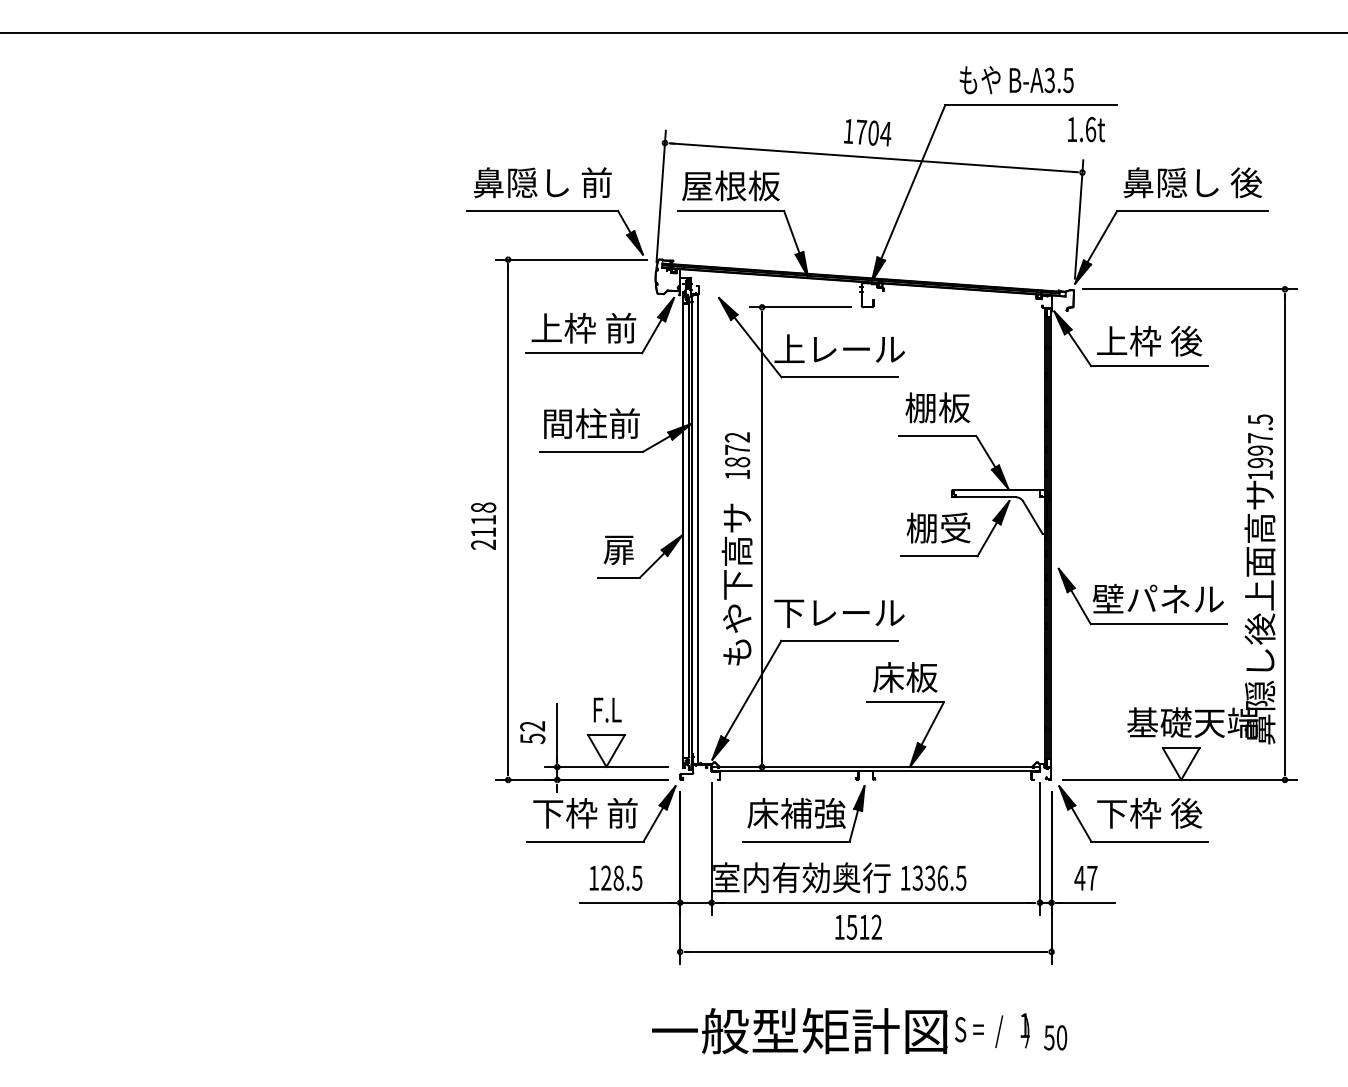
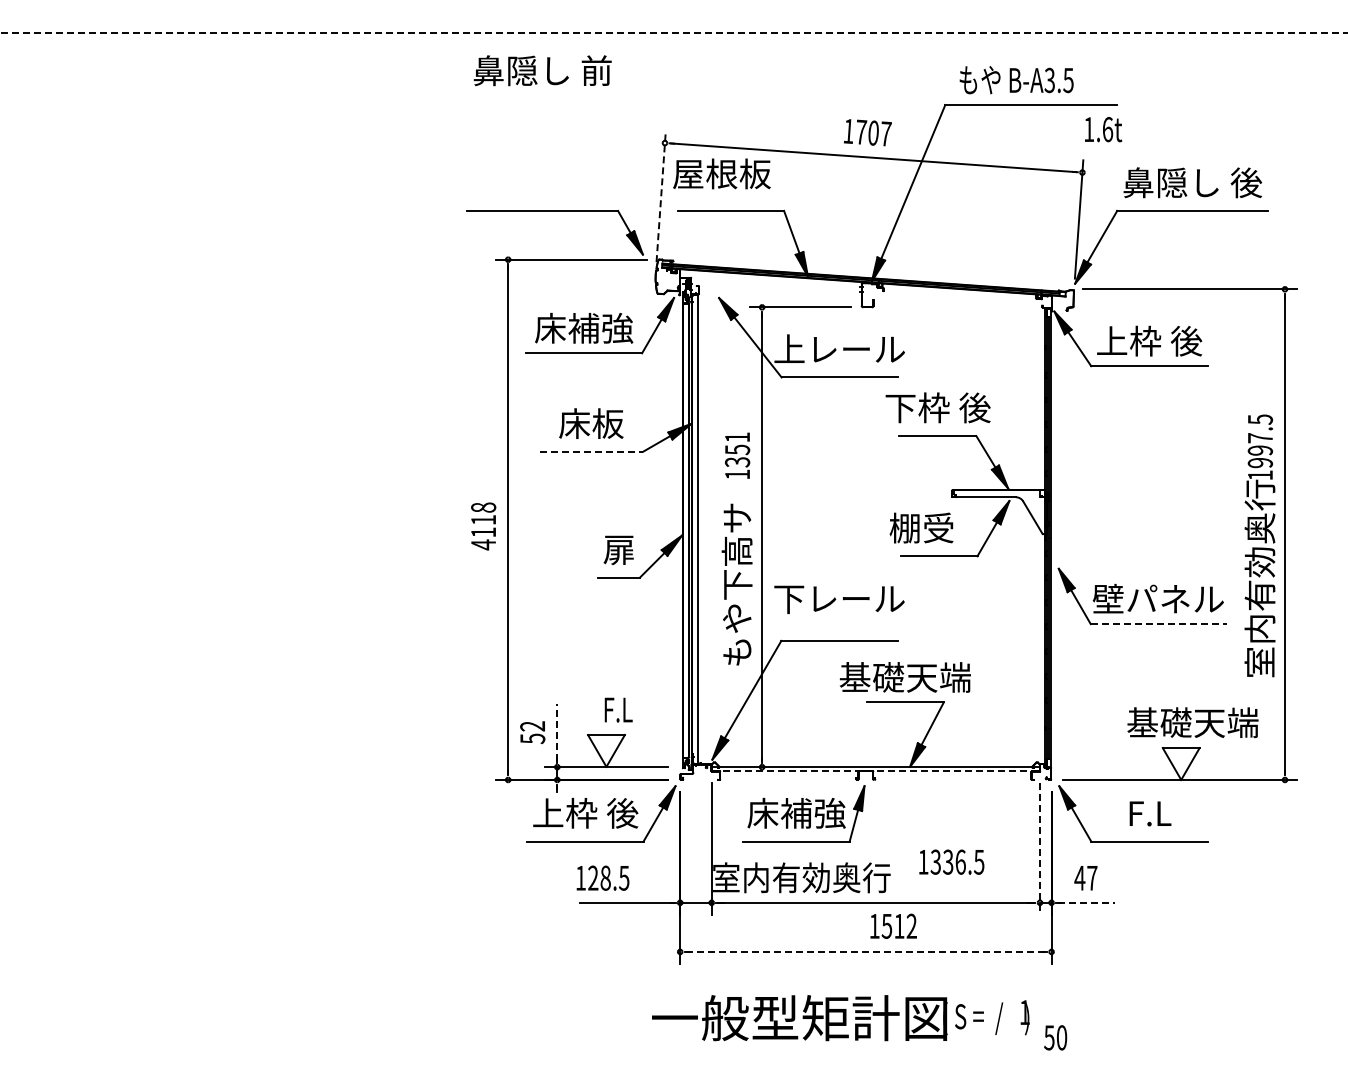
line at (674, 32): solid -> dashed
text at (1086, 129) position: (1086, 129) -> (1103, 129)
text at (885, 133): 1704 -> 1707
text at (542, 182) position: (542, 182) -> (542, 70)
text at (730, 185) position: (730, 185) -> (721, 173)
line at (661, 196): solid -> dashed
text at (583, 327): 上枠 前 -> 床補強
text at (937, 407): 棚板 -> 下枠 後
text at (591, 423): 間柱前 -> 床板
text at (737, 449): 1872 -> 1351
line at (591, 451): solid -> dashed
text at (938, 527) position: (938, 527) -> (921, 527)
text at (483, 544): 2118 -> 4118
text at (1259, 611): 鼻隠し後上面高サ -> 室内有効奥行
text at (839, 613) position: (839, 613) -> (839, 599)
line at (1158, 624): solid -> dashed
text at (904, 677): 床板 -> 基礎天端
text at (607, 709) position: (607, 709) -> (618, 709)
line at (557, 732): solid -> dashed
line at (875, 771): solid -> dashed
text at (585, 812): 下枠 前 -> 上枠 後
text at (1149, 812): 下枠 後 -> F.L
line at (1040, 849): solid -> dashed
text at (615, 877) position: (615, 877) -> (602, 877)
text at (933, 877) position: (933, 877) -> (951, 861)
line at (1086, 902): solid -> dashed
text at (858, 926) position: (858, 926) -> (893, 925)
line at (865, 951): solid -> dashed
text at (840, 1031) position: (840, 1031) -> (840, 1018)
